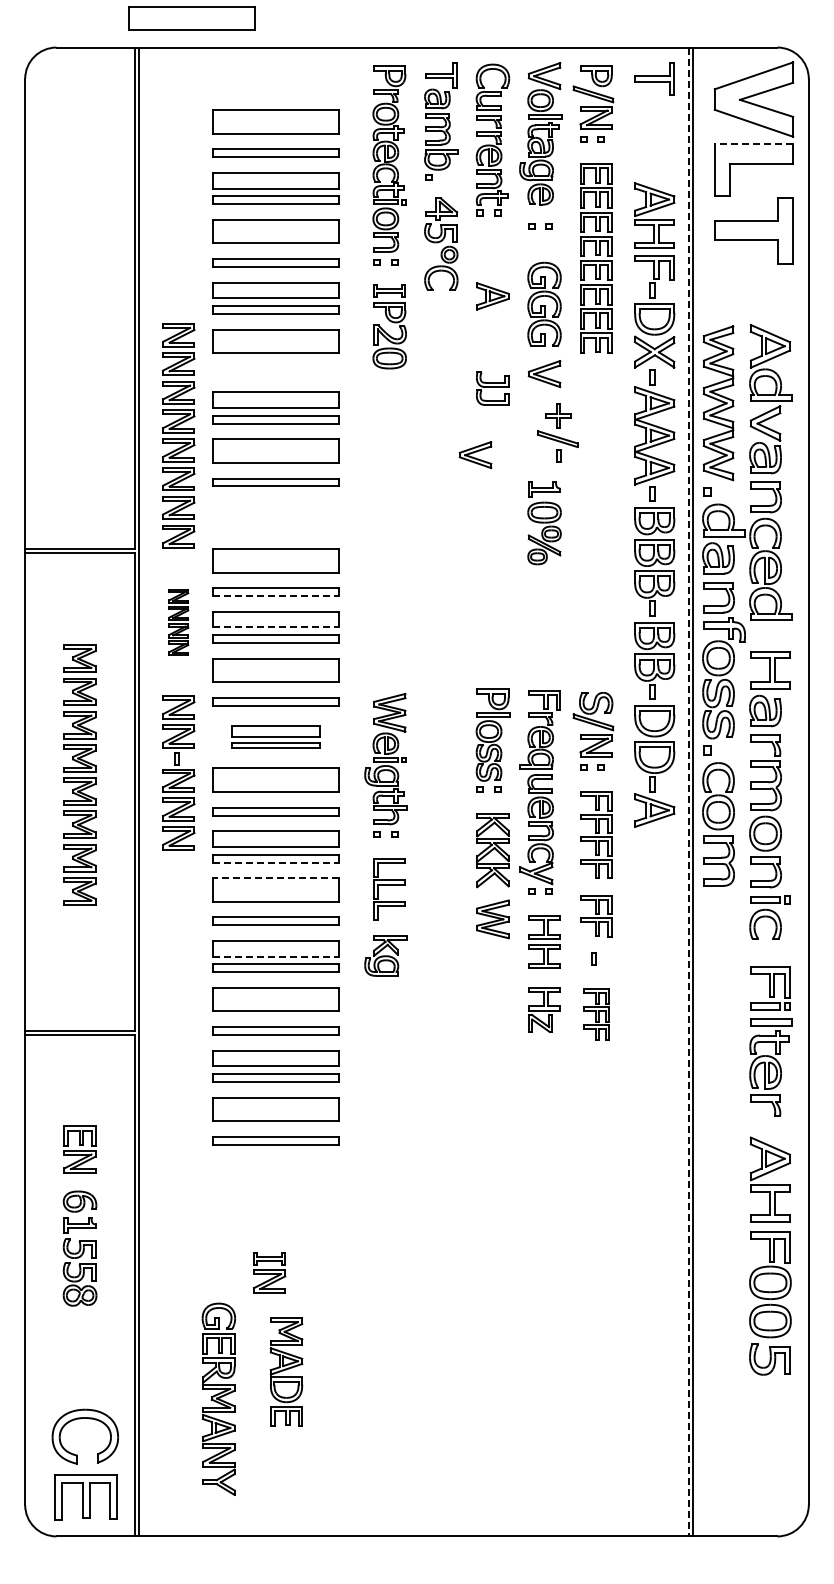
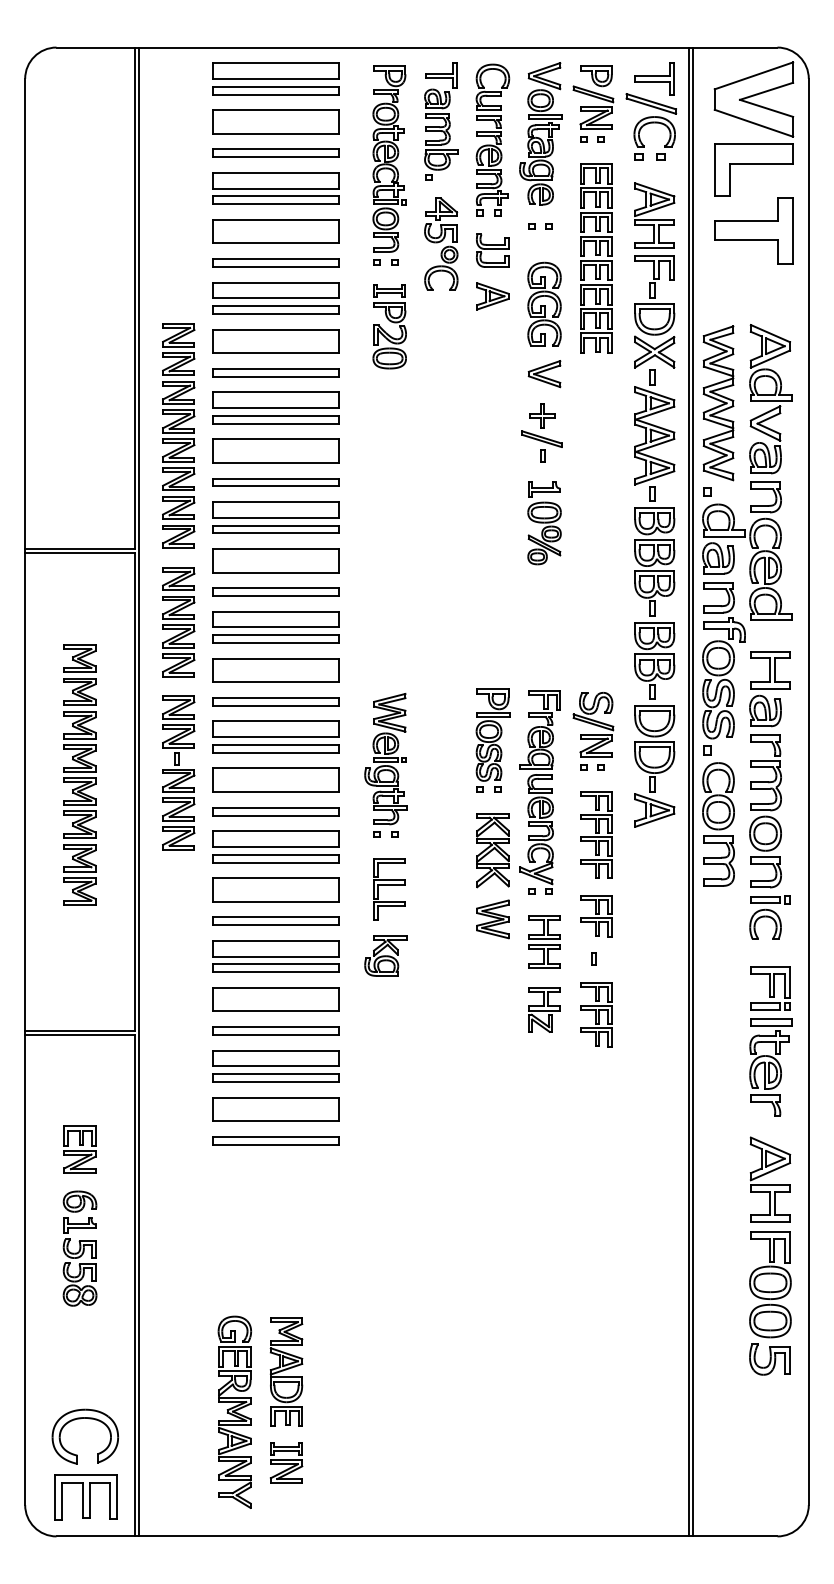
part at (191, 18): present -> none
part at (275, 78): none -> present
part at (651, 126): none -> present
line at (753, 144): dashed -> solid
part at (275, 372): none -> present
part at (492, 388) position: (492, 388) -> (492, 250)
part at (557, 432) position: (557, 432) -> (541, 432)
part at (475, 455): present -> none
part at (275, 517): none -> present
line at (275, 596): dashed -> solid
part at (178, 622) size: 22x67 px -> 34x111 px
line at (275, 627): dashed -> solid
part at (275, 736) size: 90x24 px -> 128x34 px
line at (688, 792): dashed -> solid
line at (275, 862): dashed -> solid
line at (275, 878): dashed -> solid
line at (275, 956): dashed -> solid
part at (596, 1014) size: 27x53 px -> 33x66 px
part at (269, 1272) position: (269, 1272) -> (286, 1462)
part at (218, 1398) position: (218, 1398) -> (234, 1411)
